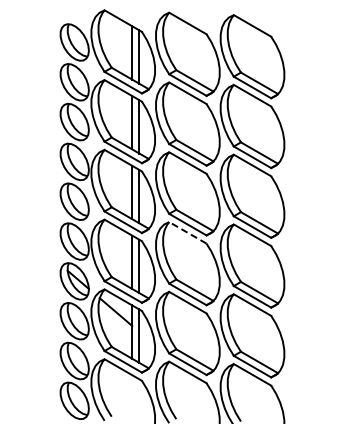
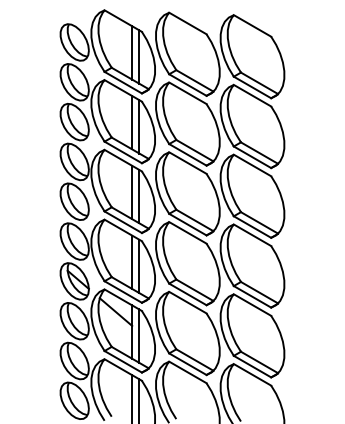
line at (187, 232): dashed -> solid
line at (132, 397): none -> present
line at (139, 399): none -> present
